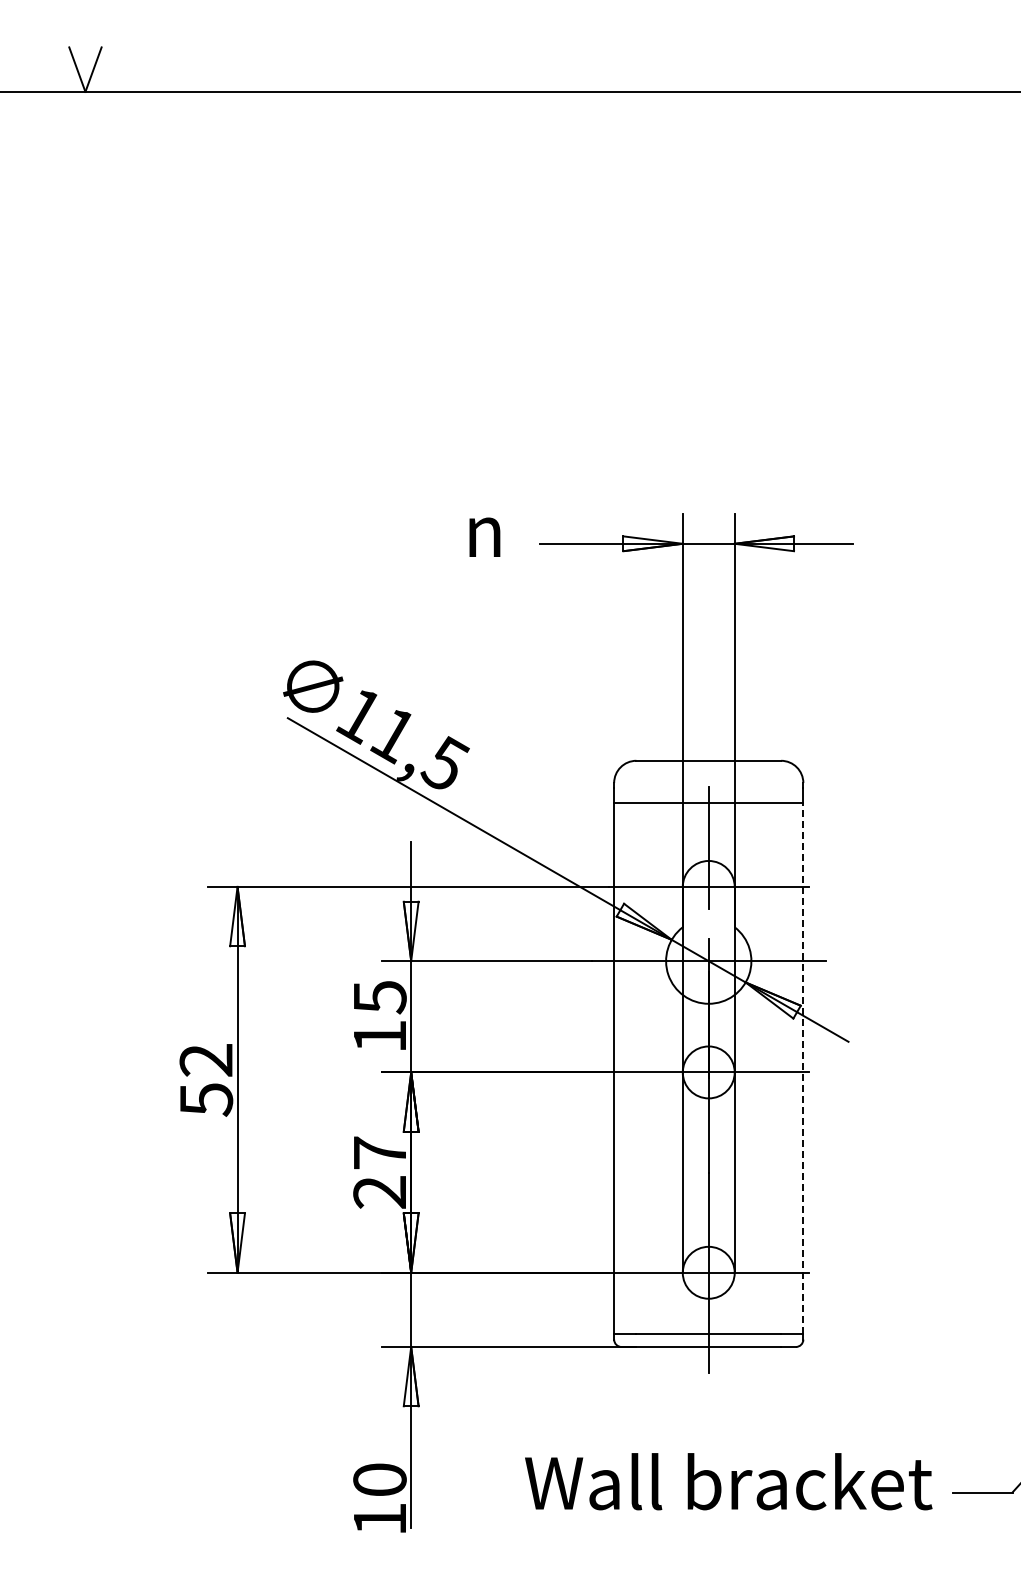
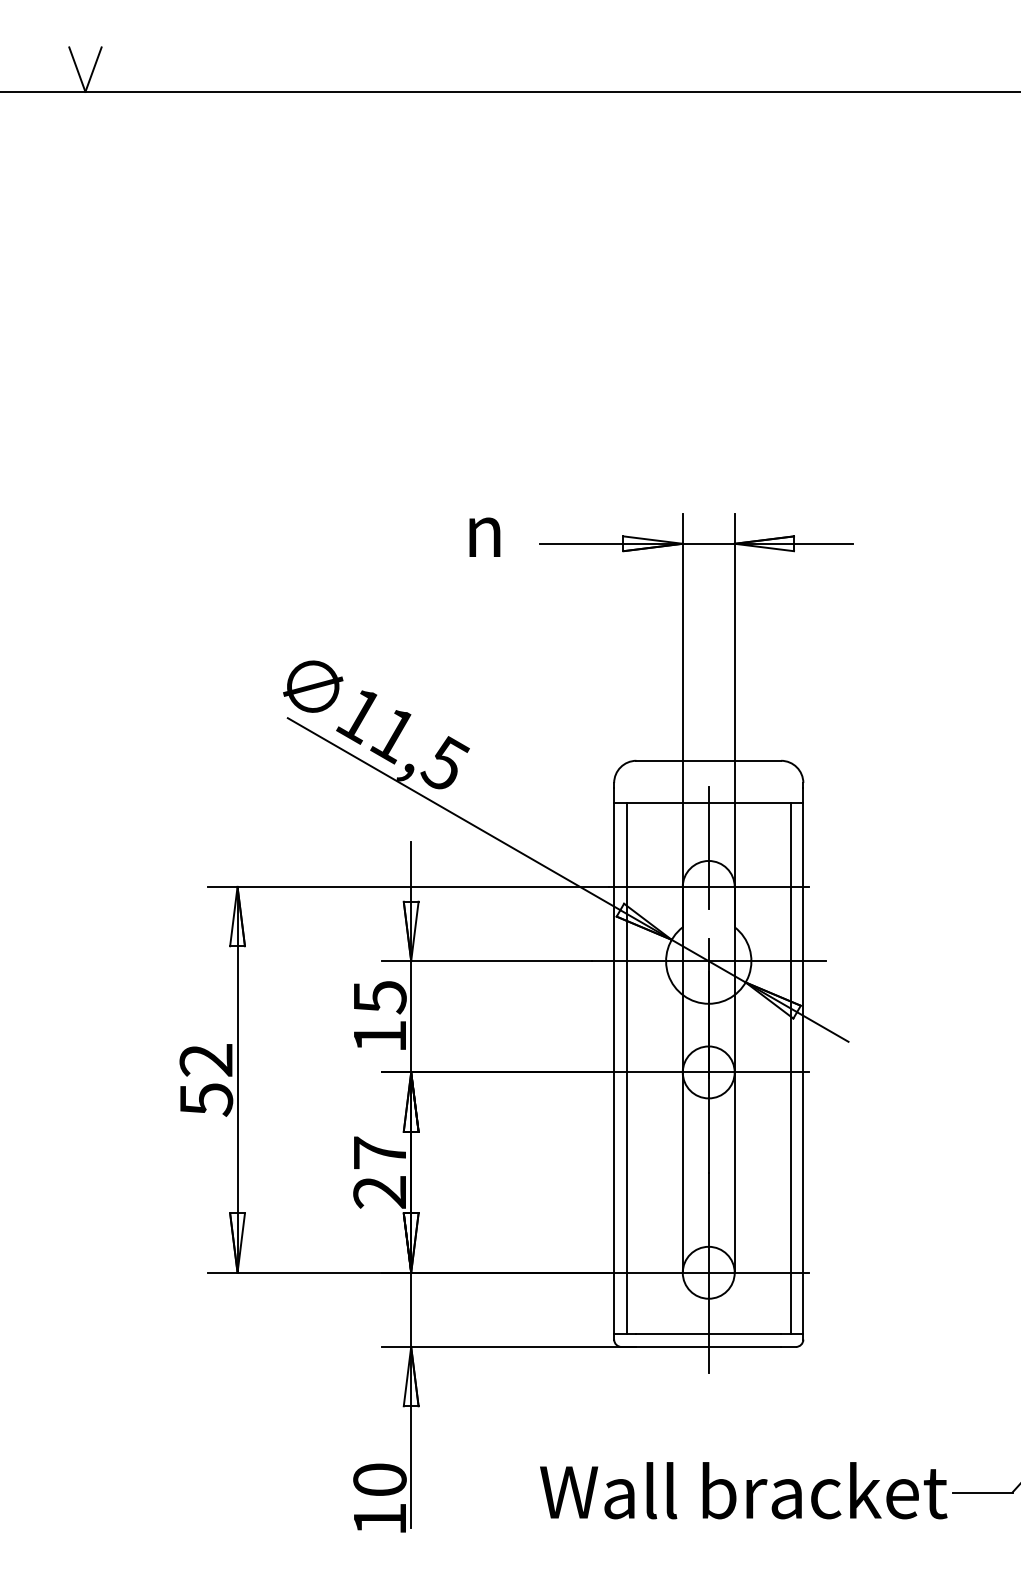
line at (626, 1068): none -> present
line at (790, 1068): none -> present
line at (803, 1068): dashed -> solid
text at (728, 1481) position: (728, 1481) -> (743, 1490)
